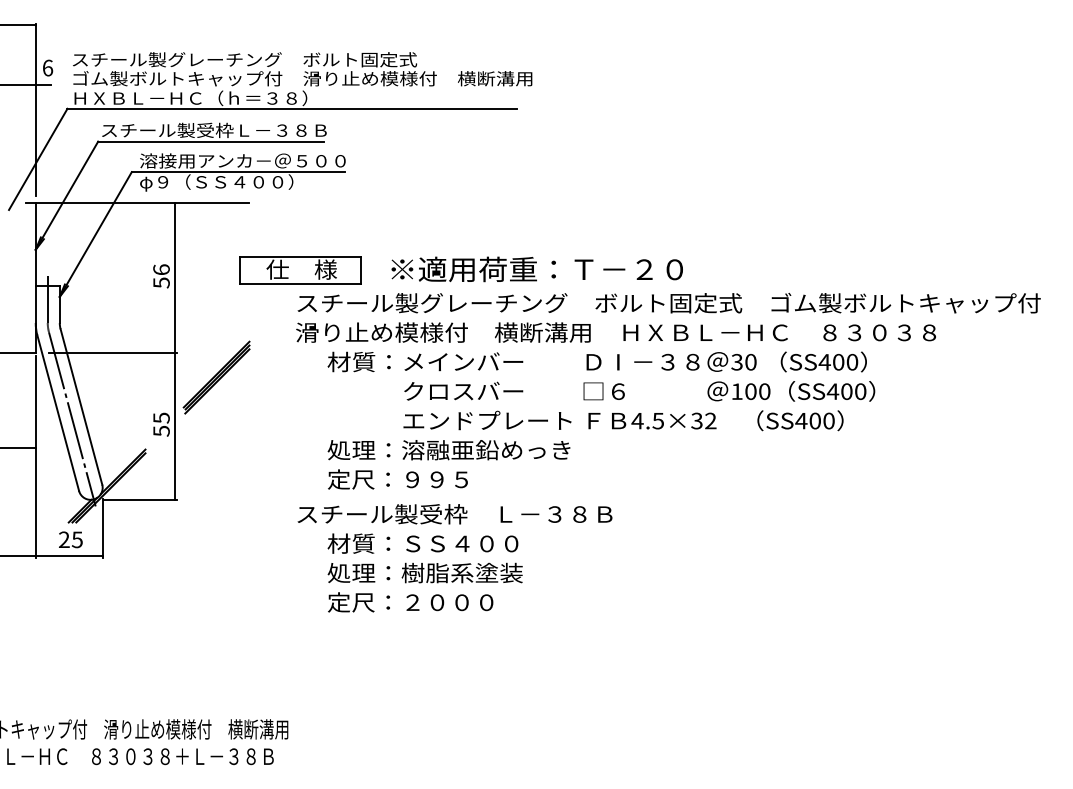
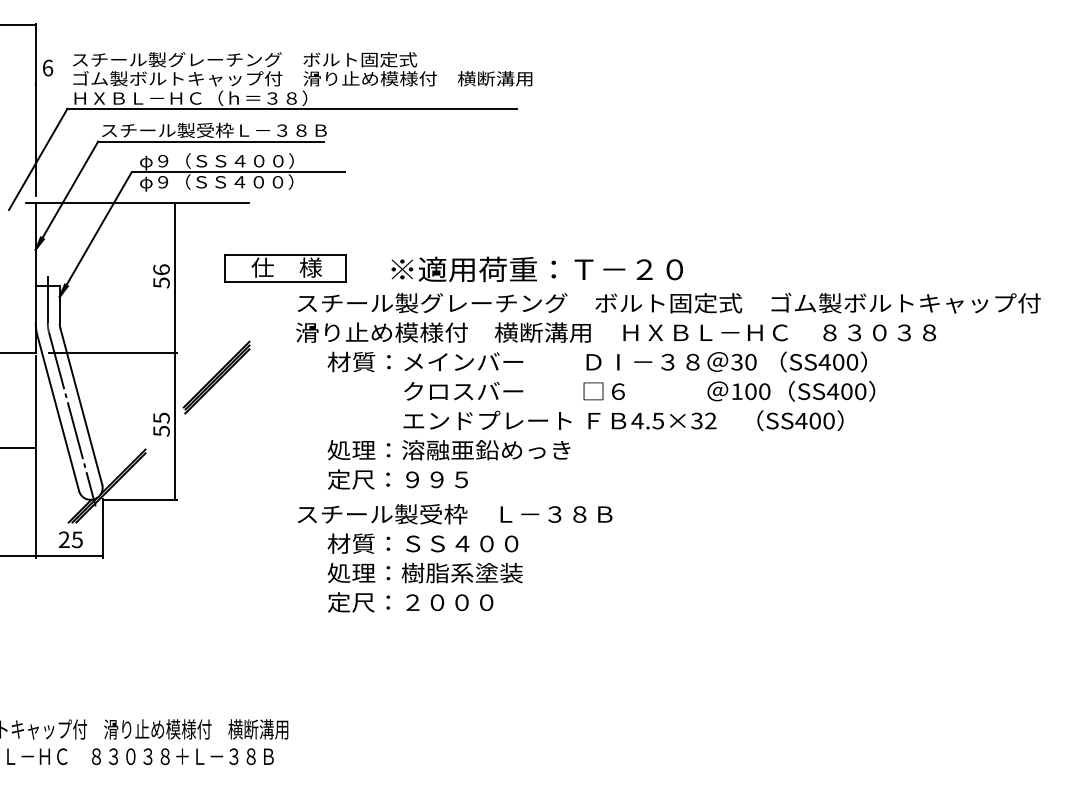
line at (26, 84): present -> none
text at (242, 161): 溶接用アンカ－＠５００ -> φ９（ＳＳ４００）
part at (300, 270) position: (300, 270) -> (285, 268)
